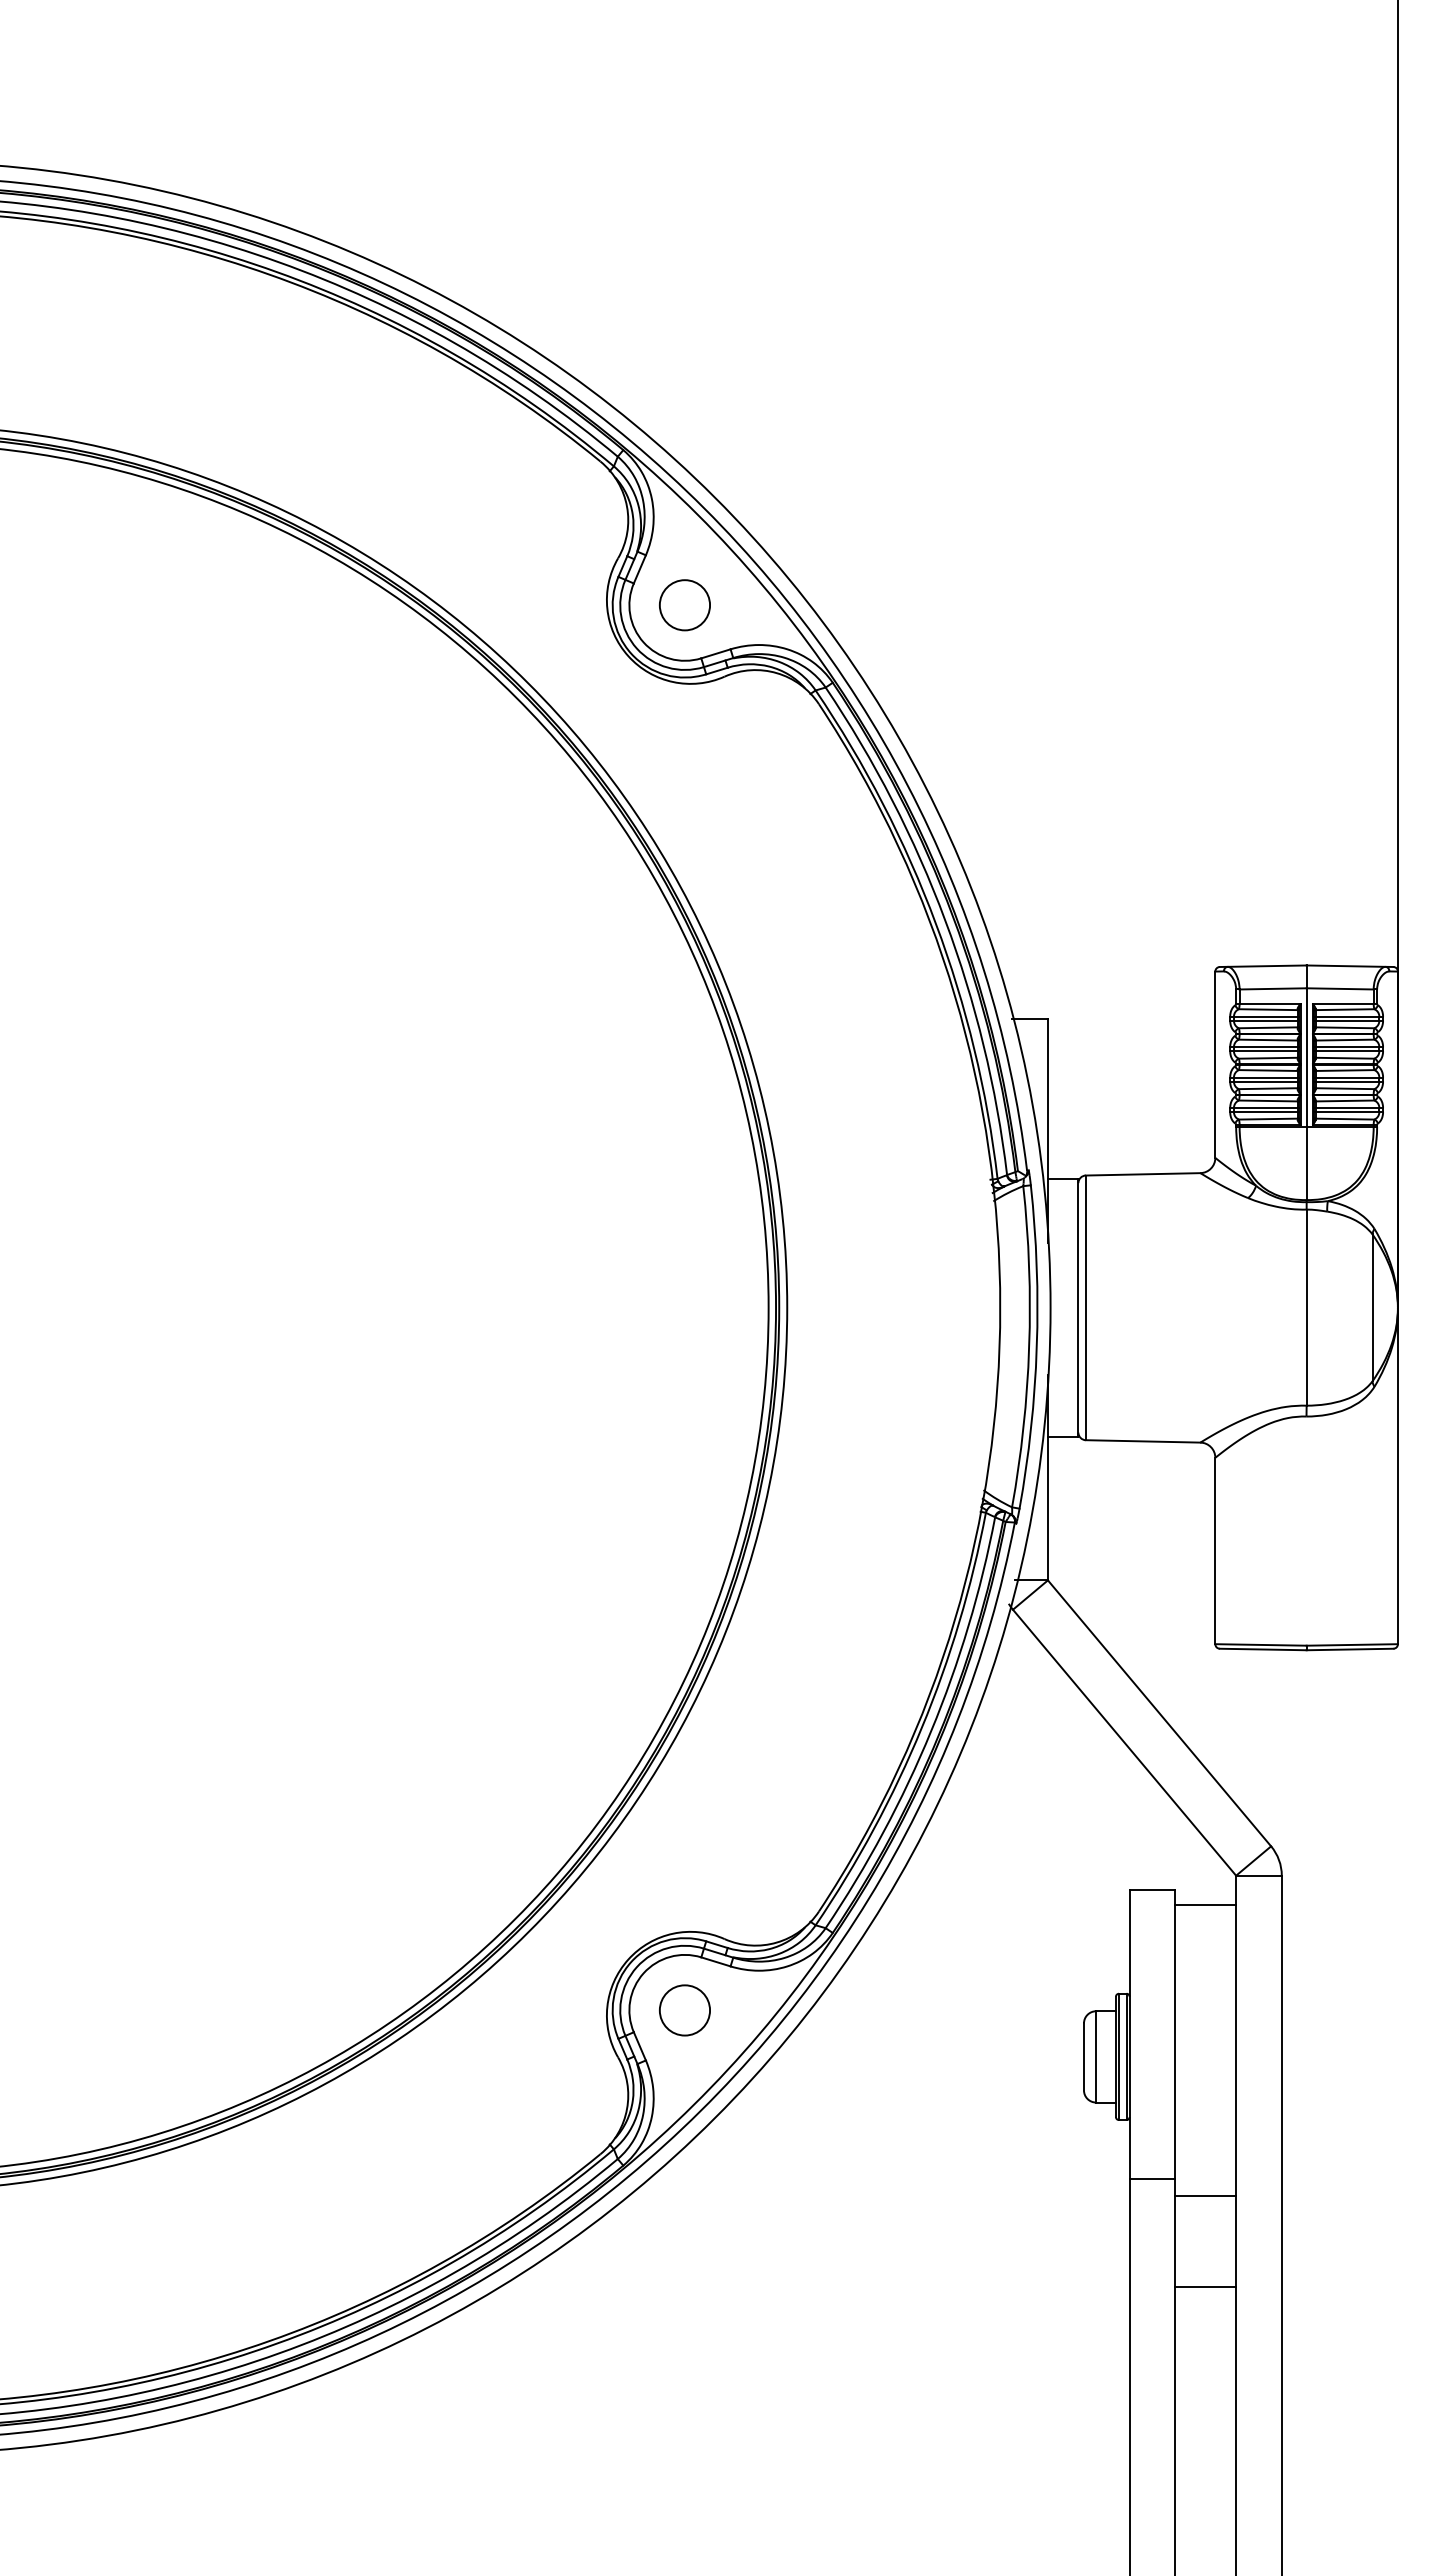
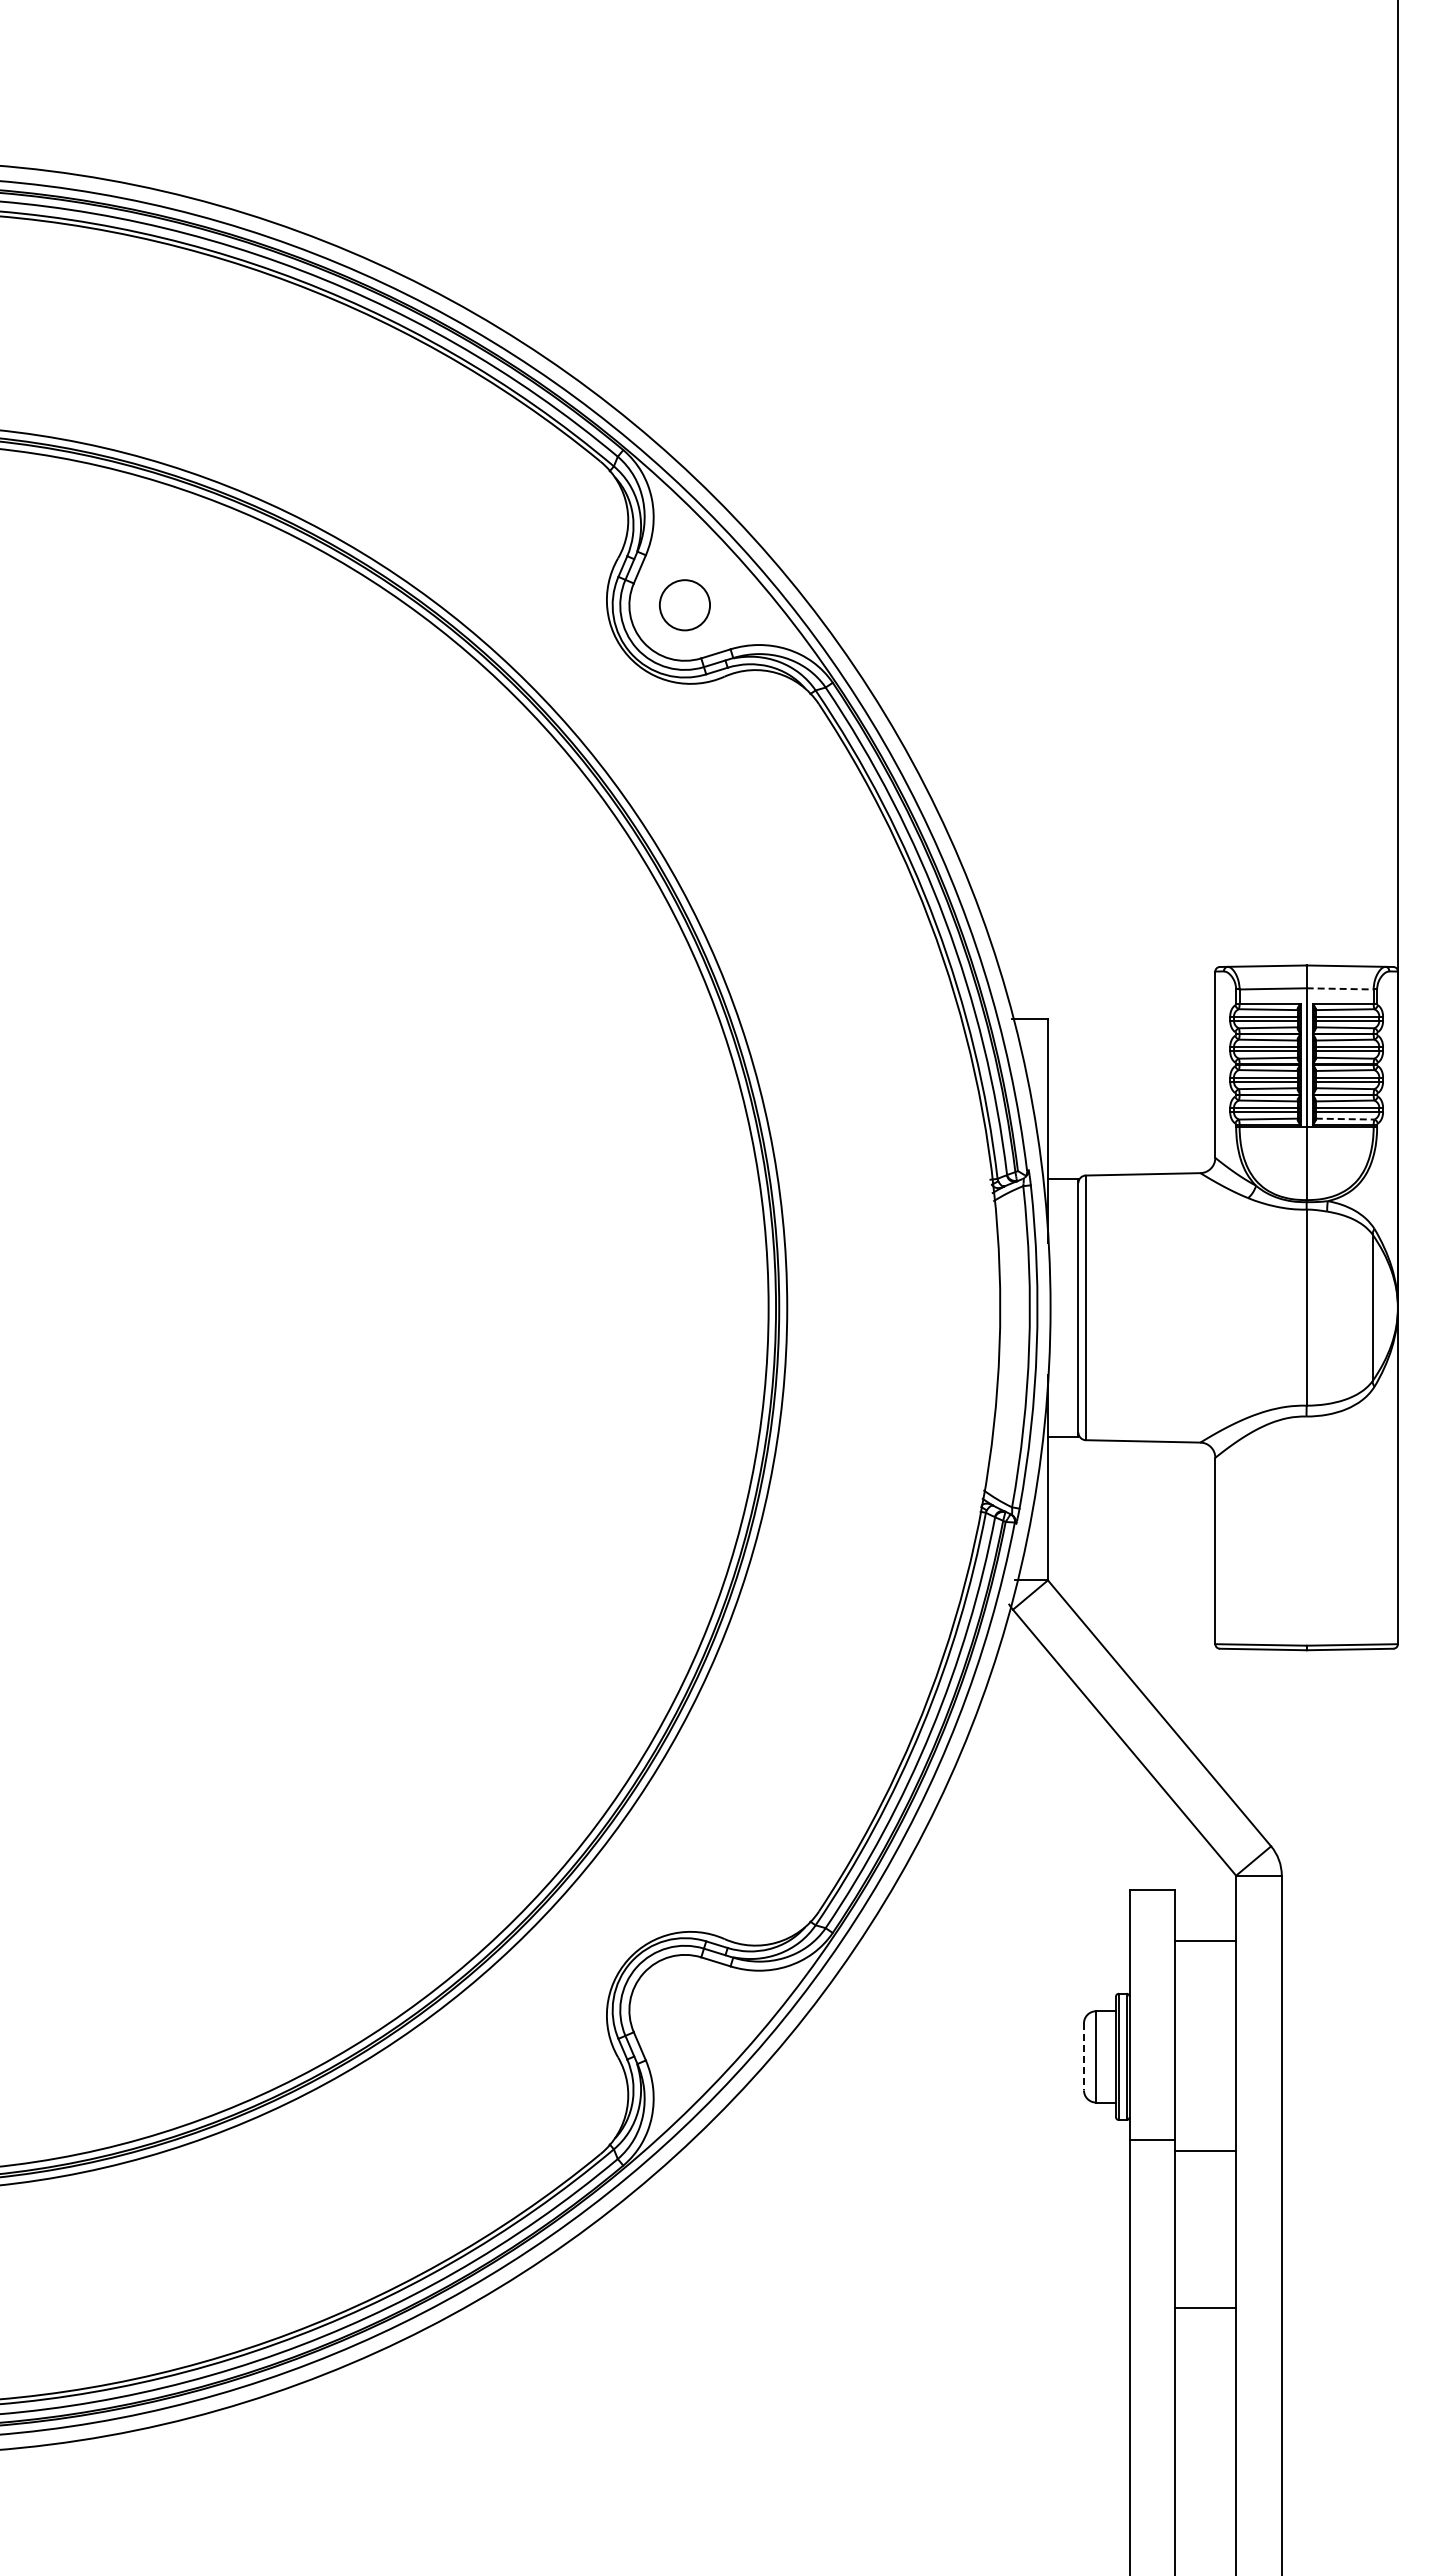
line at (1340, 988): solid -> dashed
line at (1345, 1119): solid -> dashed
line at (1205, 1904) position: (1205, 1904) -> (1205, 1940)
circle at (684, 2010): present -> none
line at (1083, 2057): solid -> dashed
line at (1152, 2178) position: (1152, 2178) -> (1152, 2139)
line at (1205, 2195) position: (1205, 2195) -> (1205, 2150)
line at (1205, 2287) position: (1205, 2287) -> (1205, 2308)
